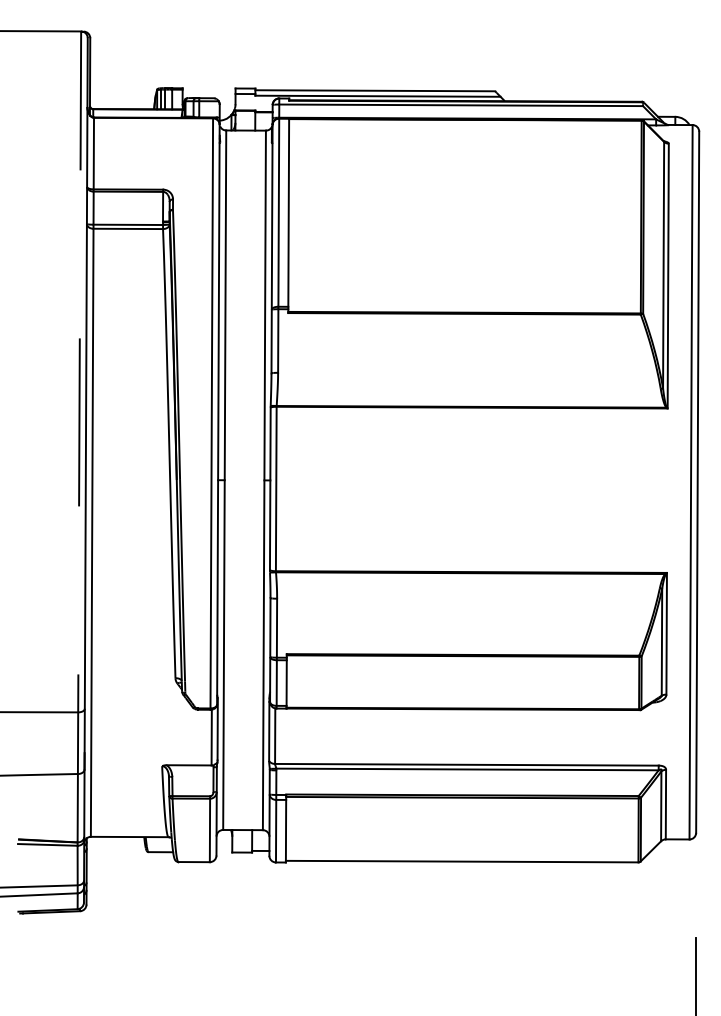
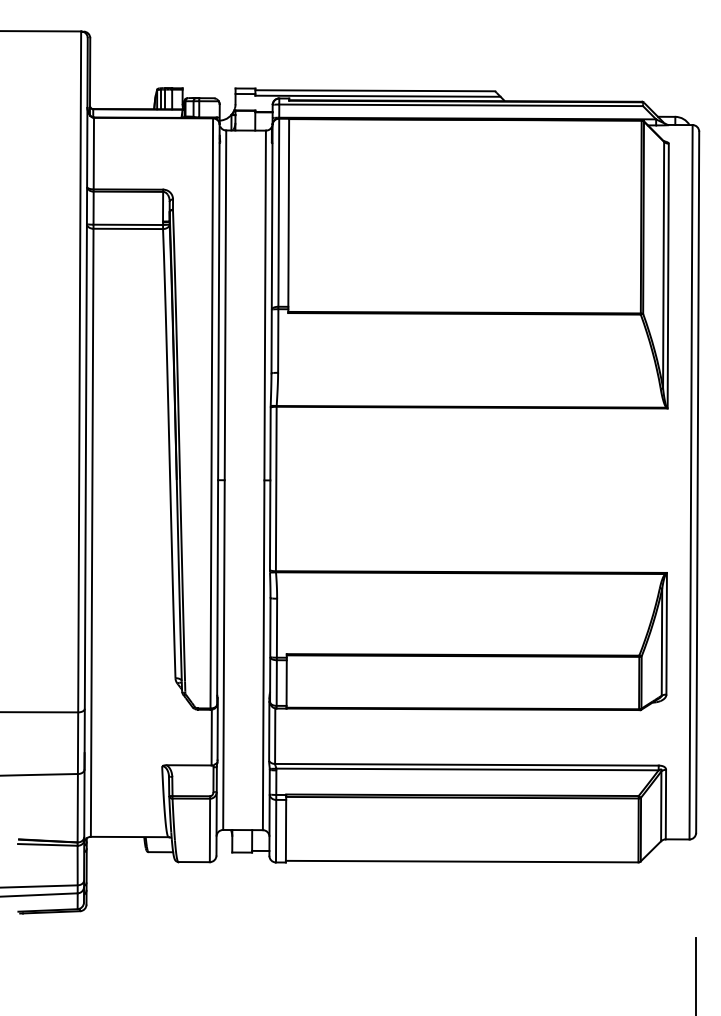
line at (79, 436): dashed -> solid
